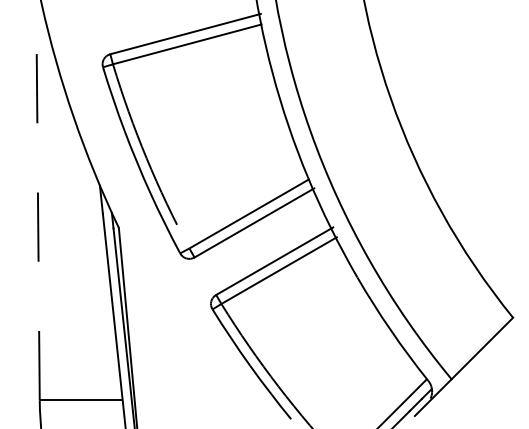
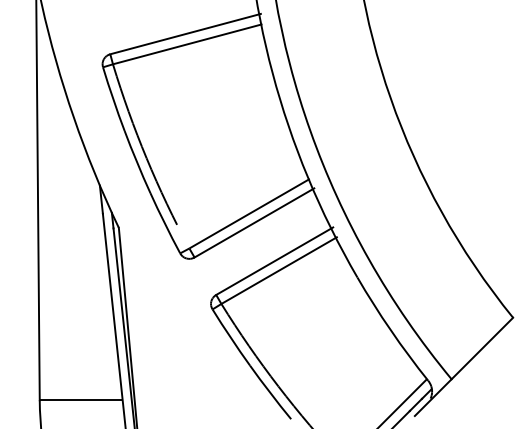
line at (38, 199): dashed -> solid
